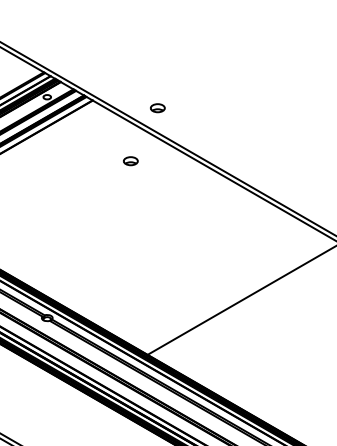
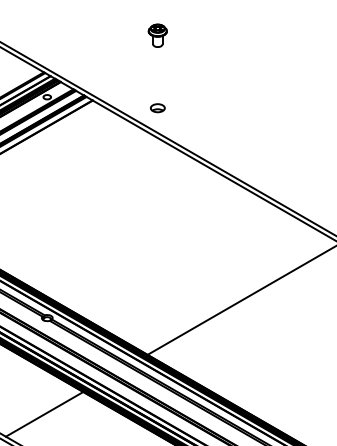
part at (157, 35): none -> present
part at (130, 161): present -> none
line at (44, 414): none -> present
